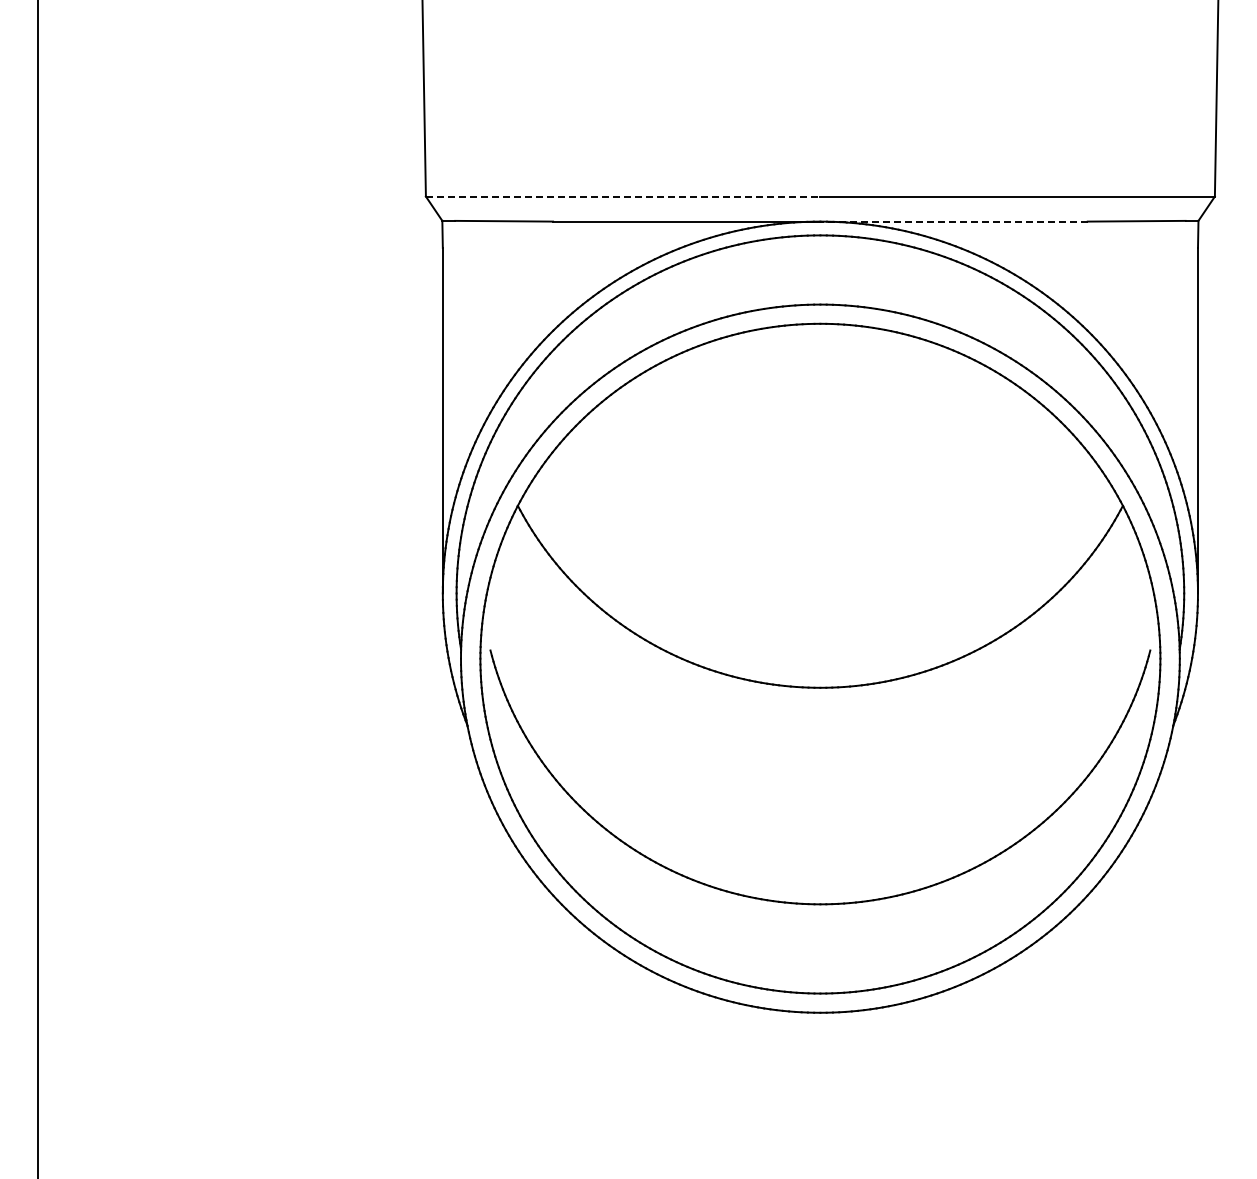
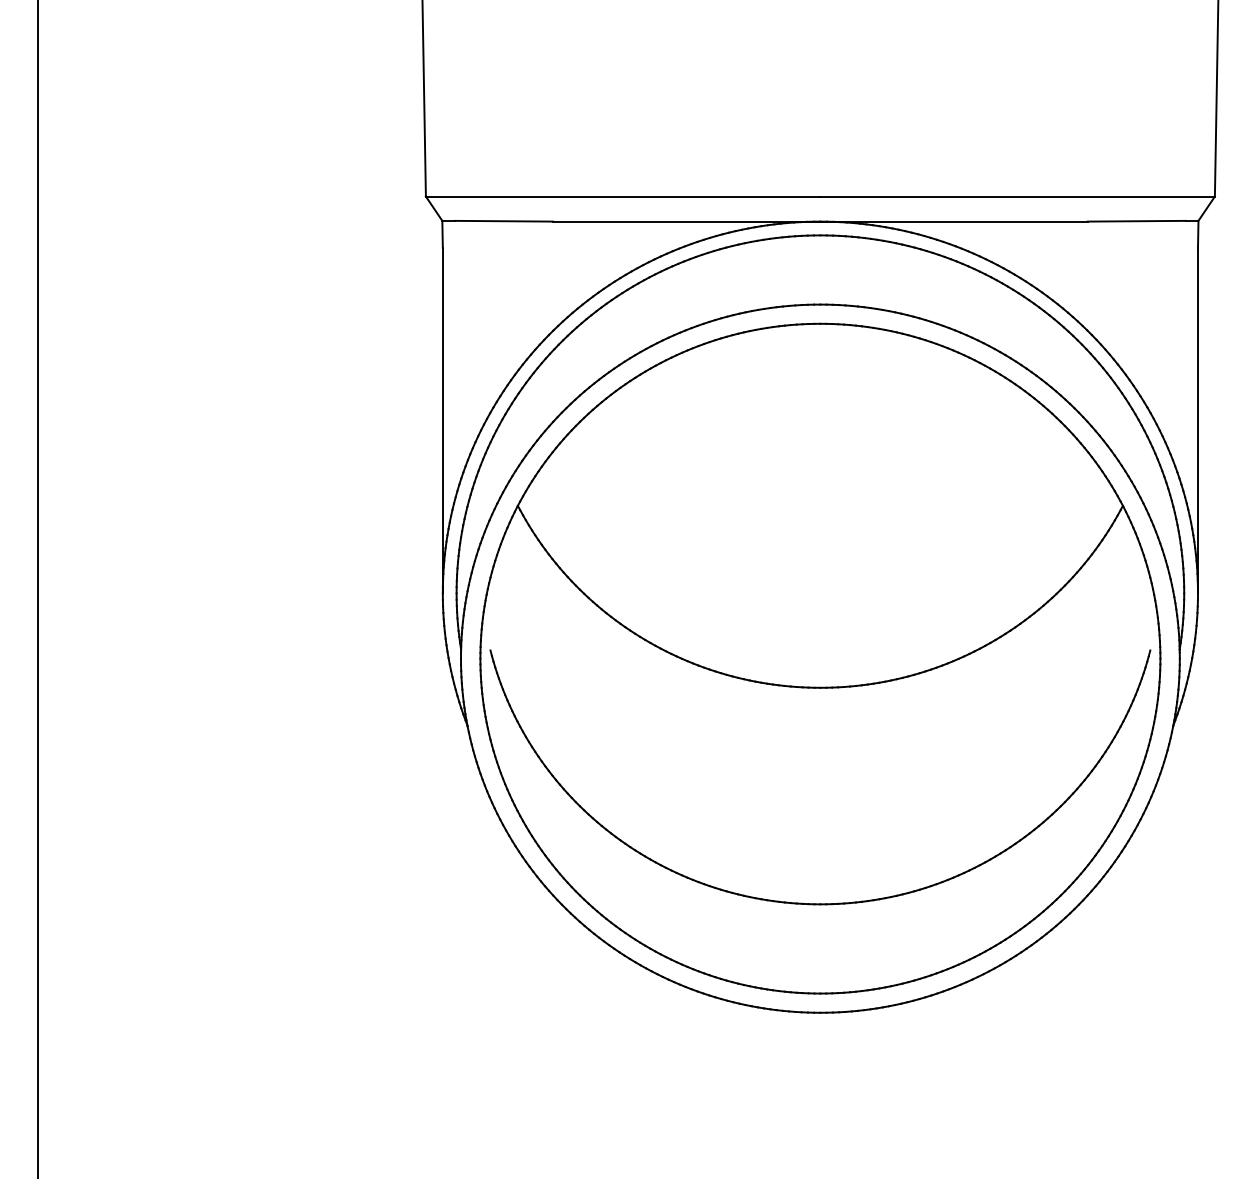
line at (623, 196): dashed -> solid
line at (954, 221): dashed -> solid
